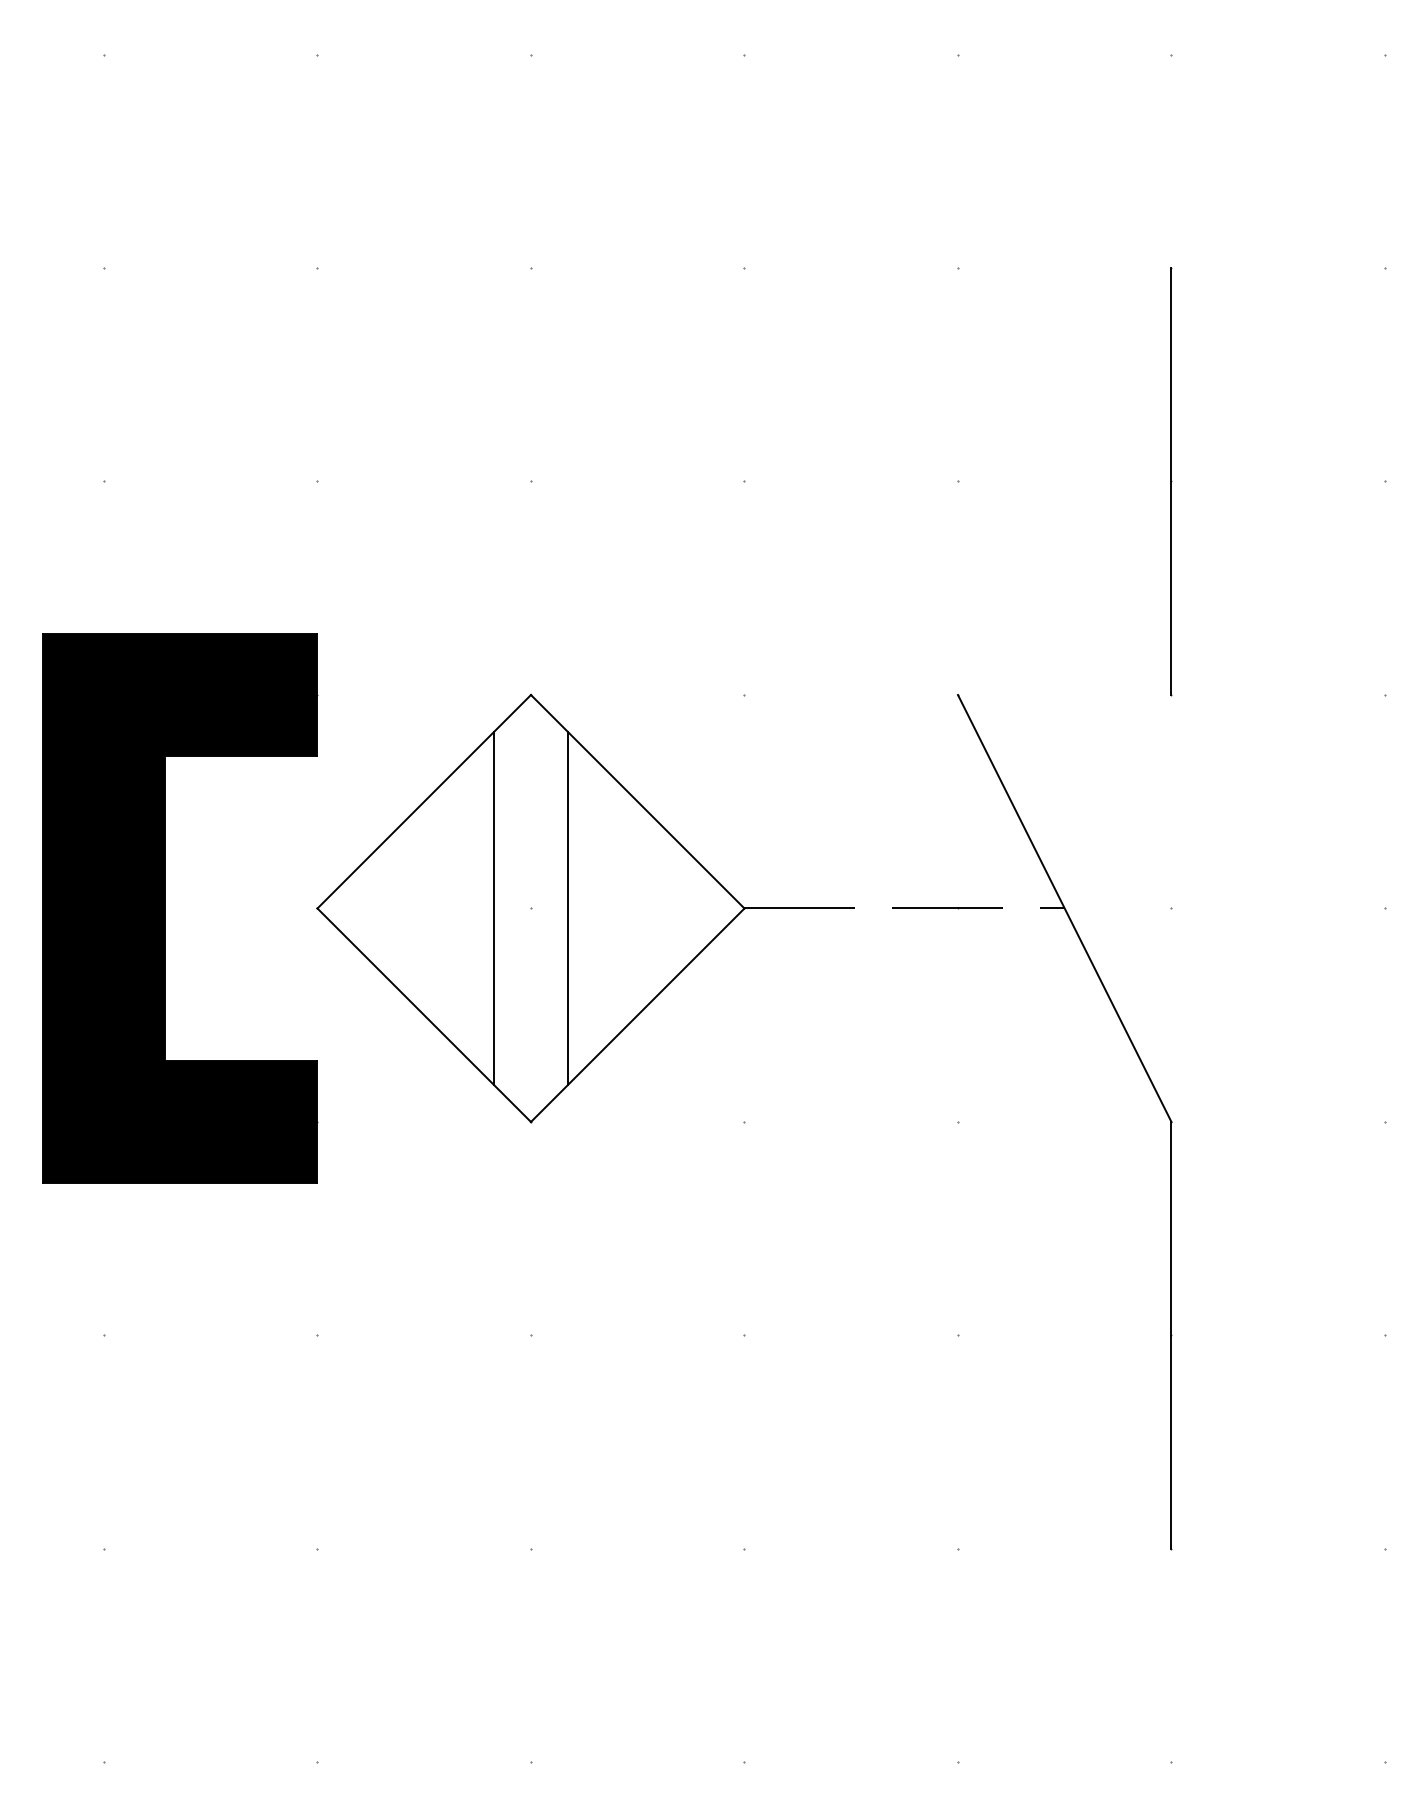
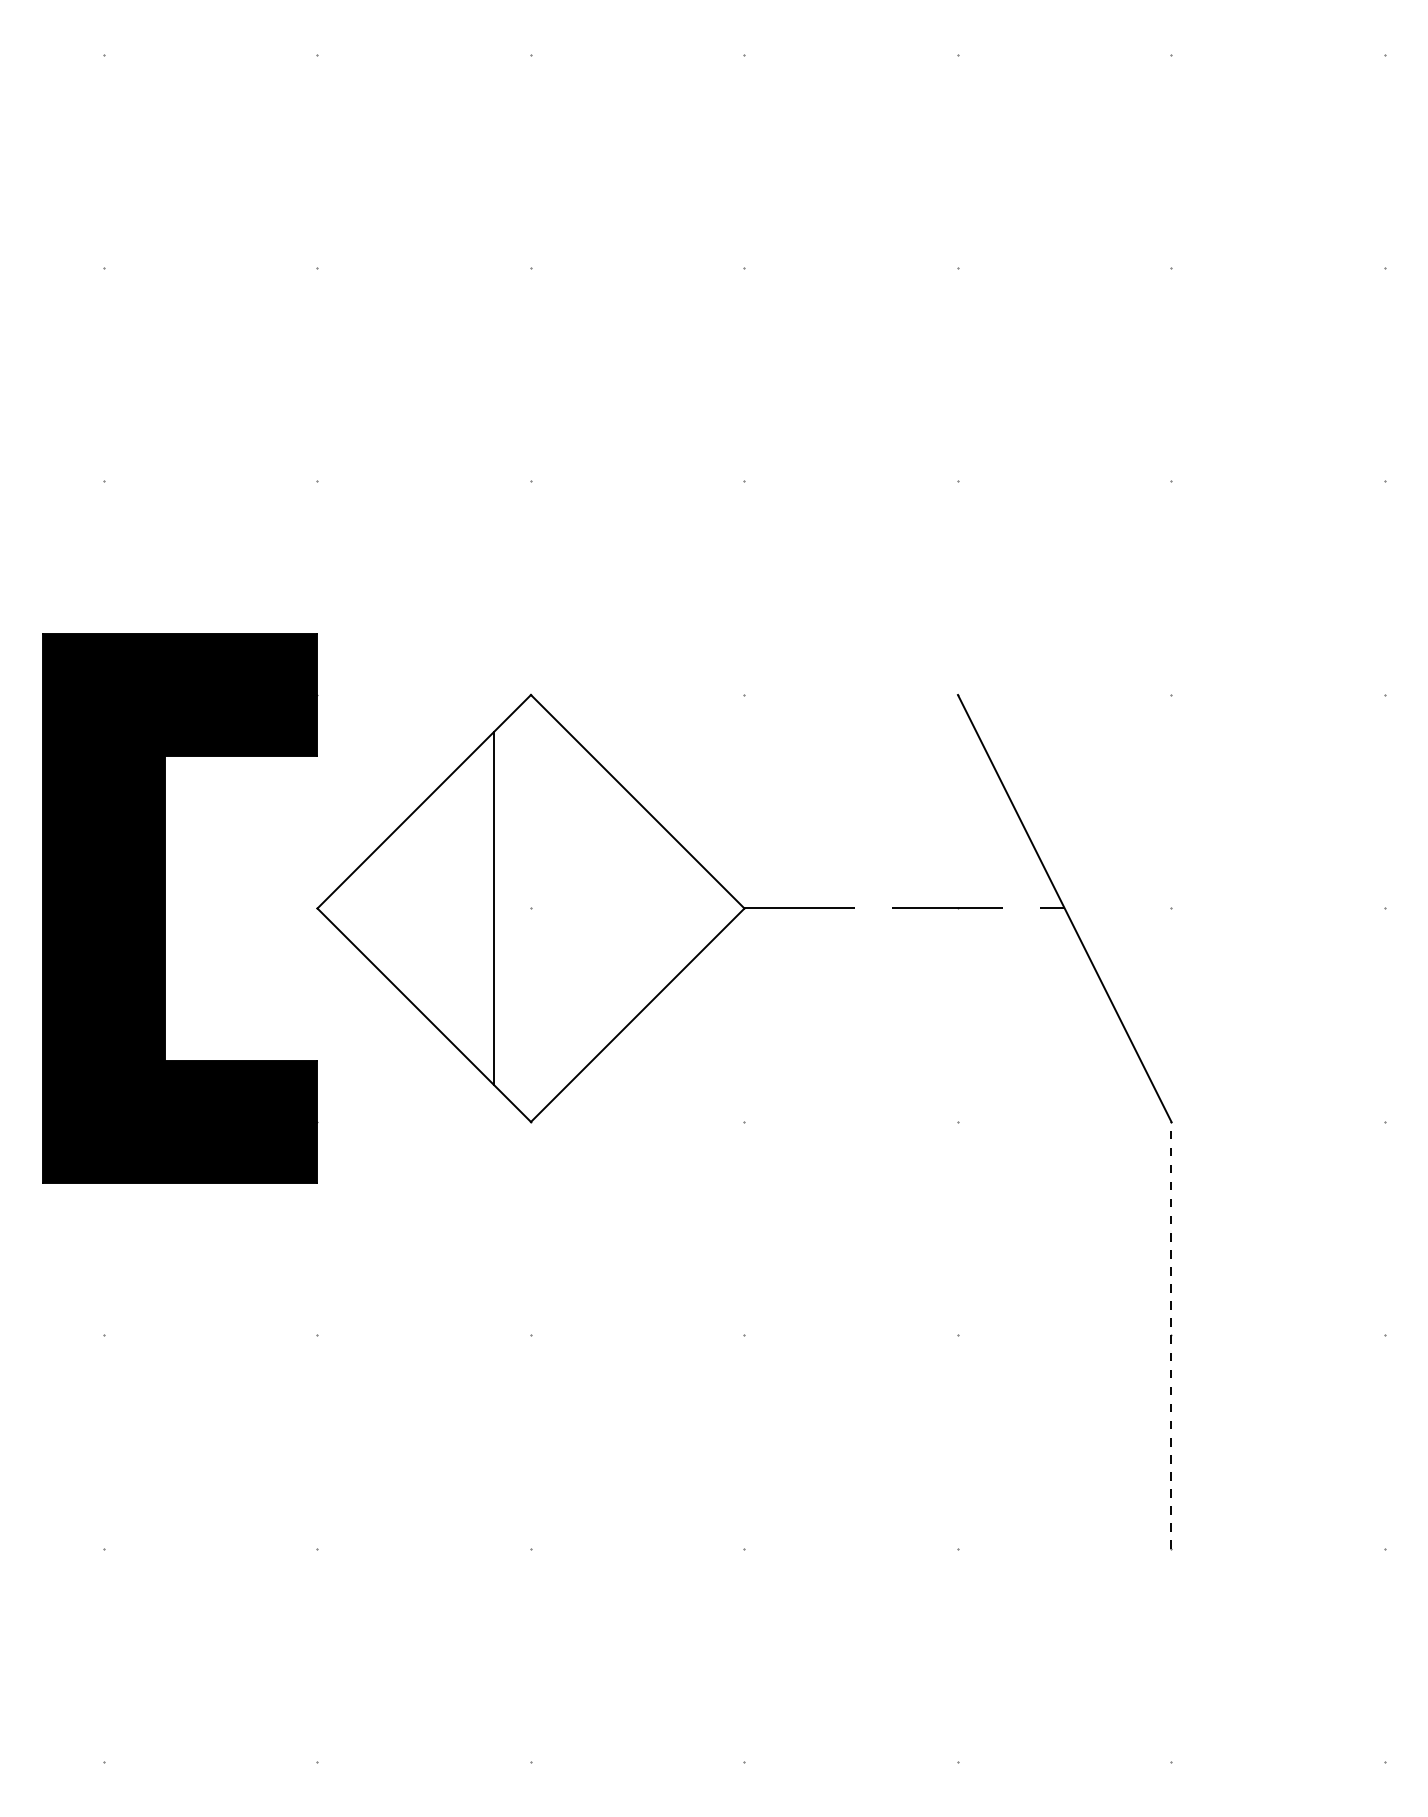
line at (1171, 481): present -> none
line at (567, 908): present -> none
line at (1171, 1334): solid -> dashed
